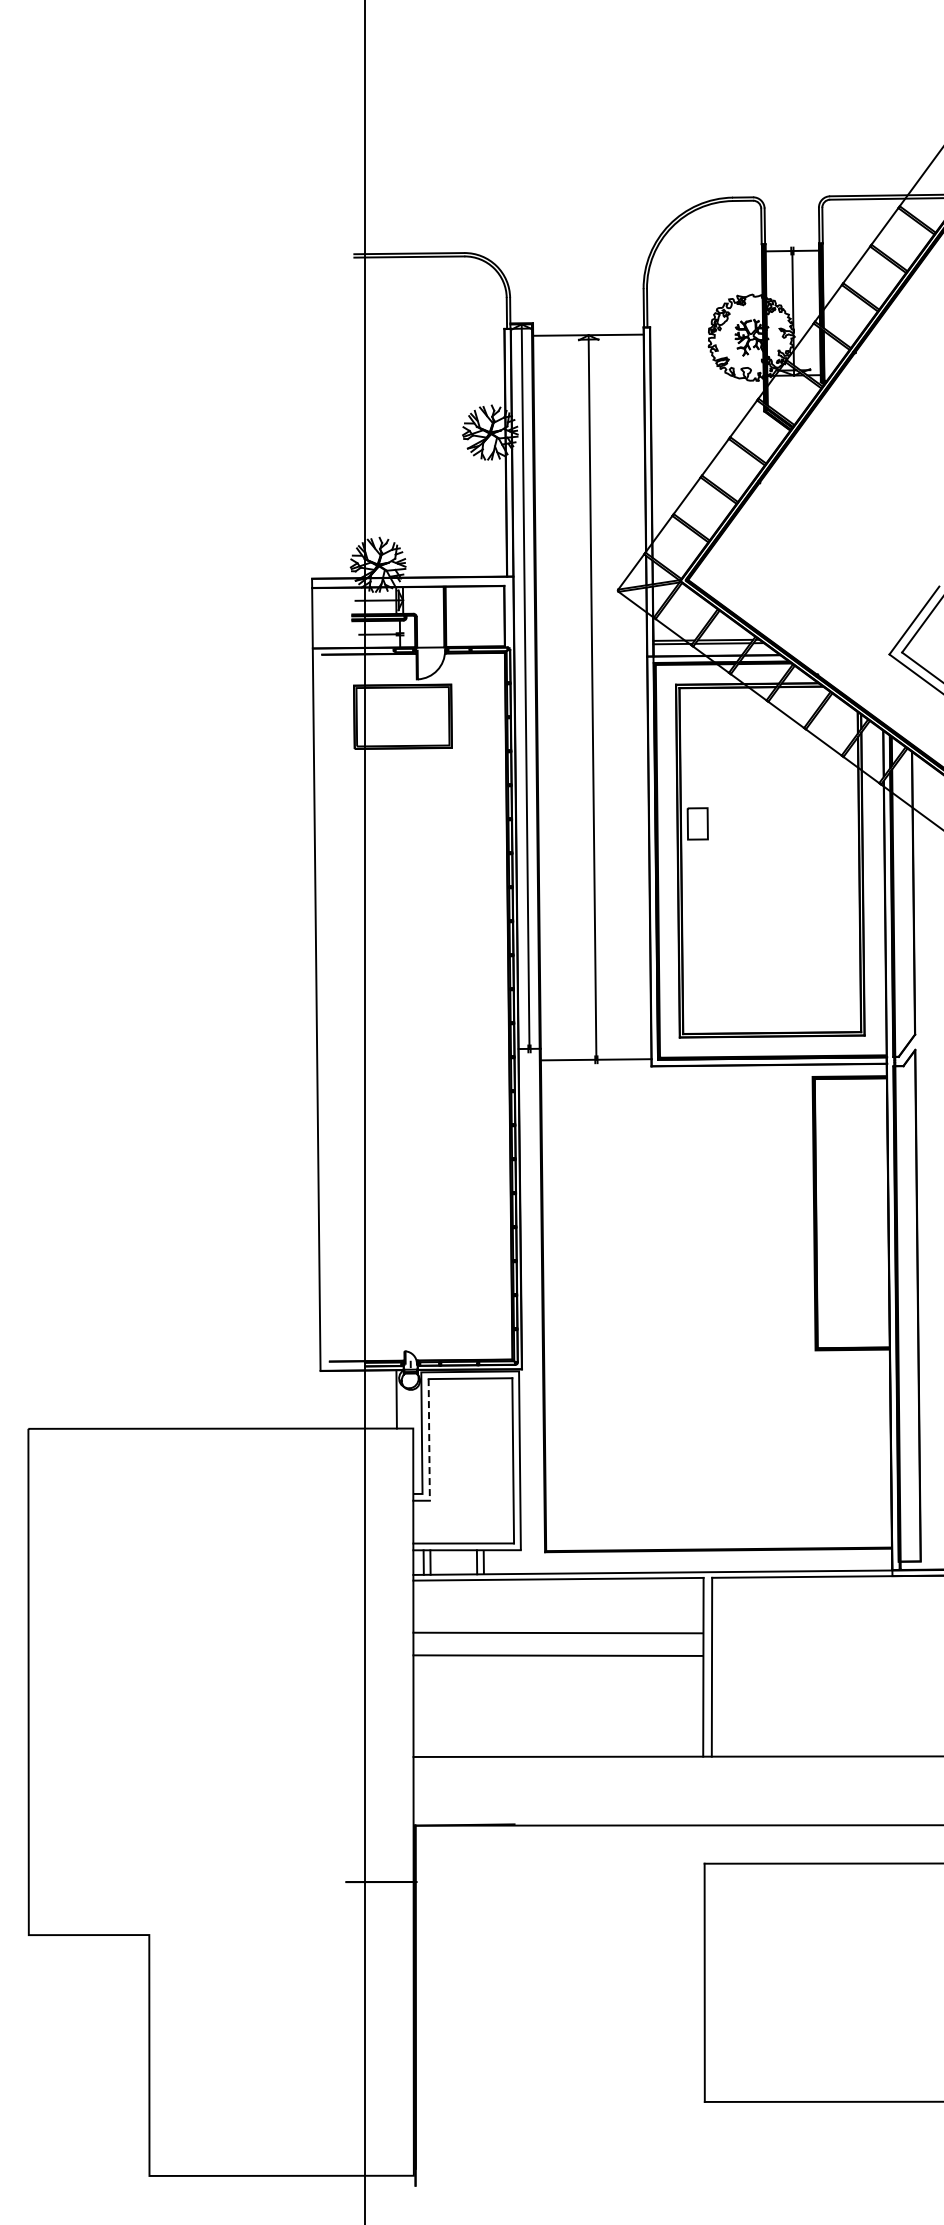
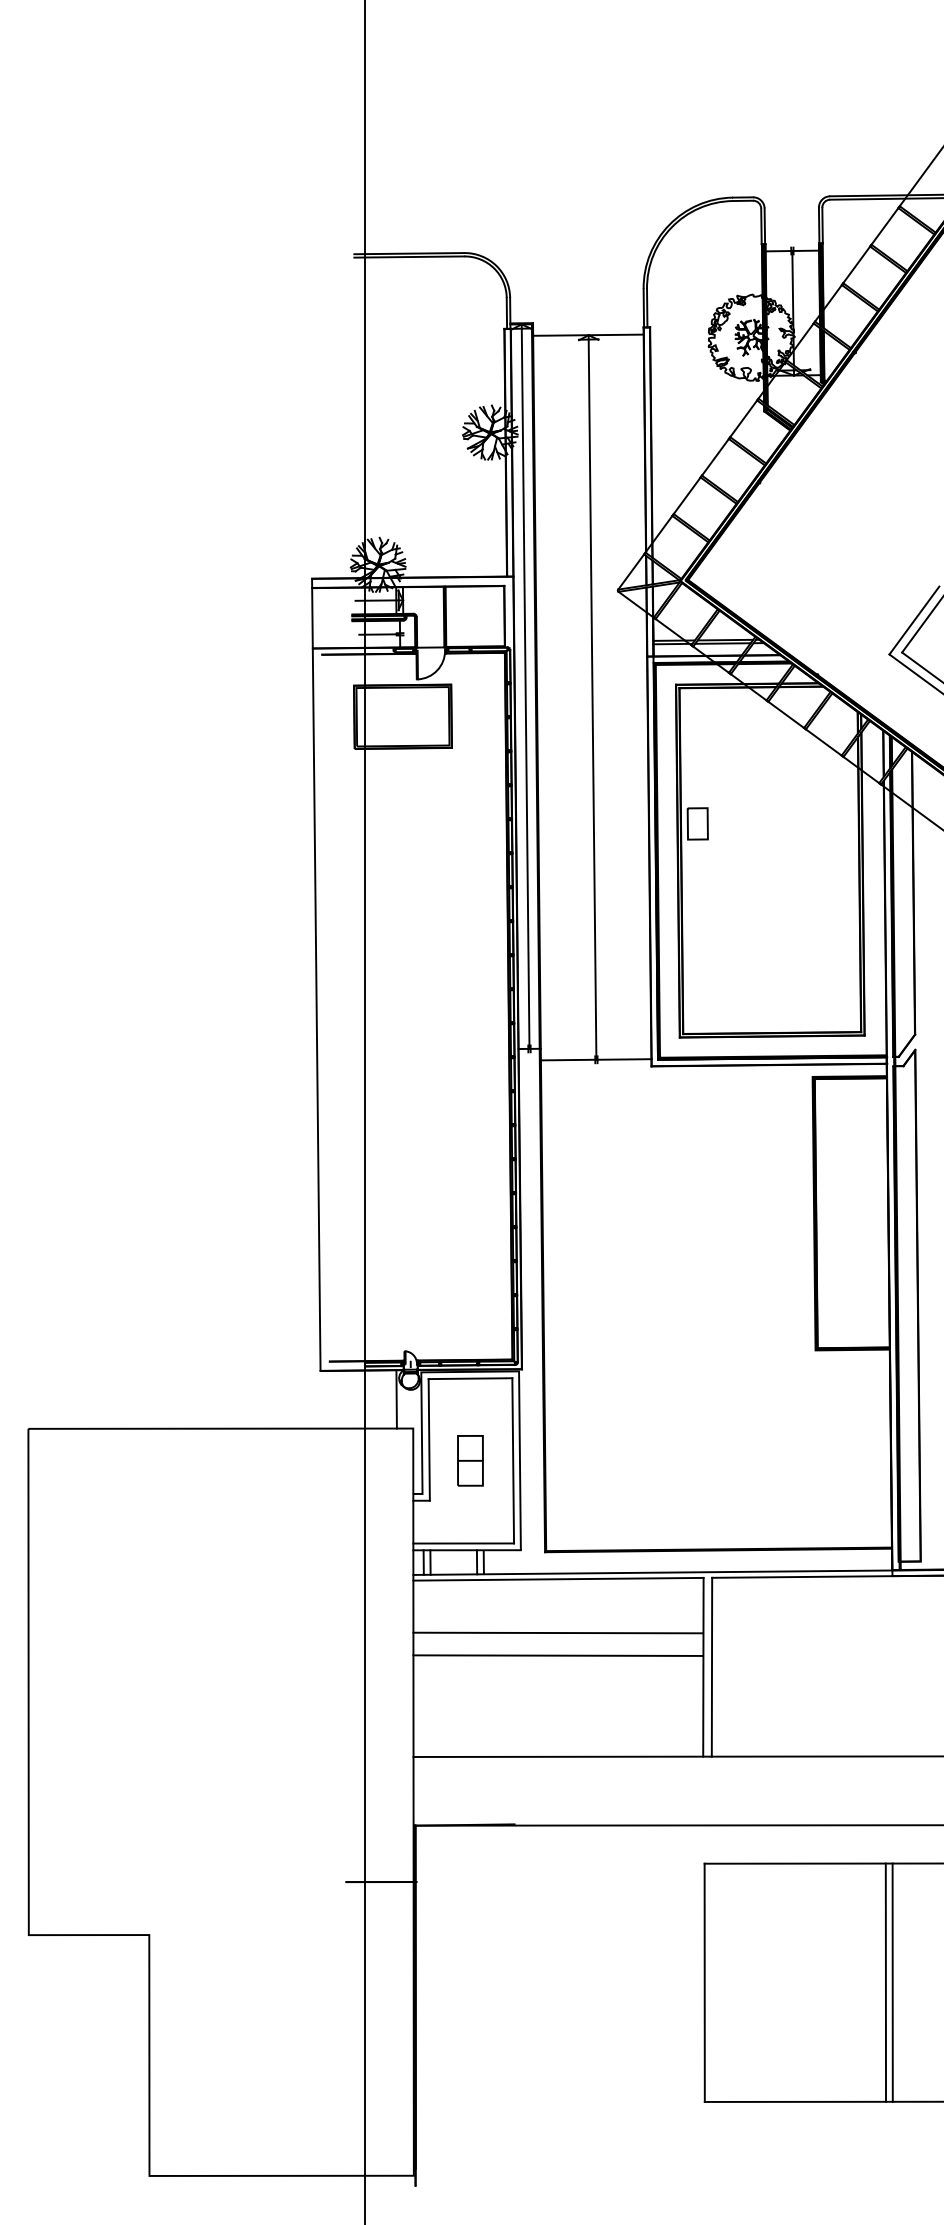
line at (429, 1439): dashed -> solid
part at (470, 1460): none -> present
line at (885, 1982): none -> present
line at (892, 1982): none -> present
